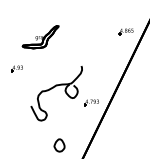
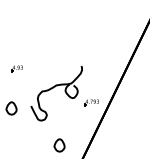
part at (125, 31): present -> none
part at (40, 37): present -> none
part at (11, 108): none -> present
